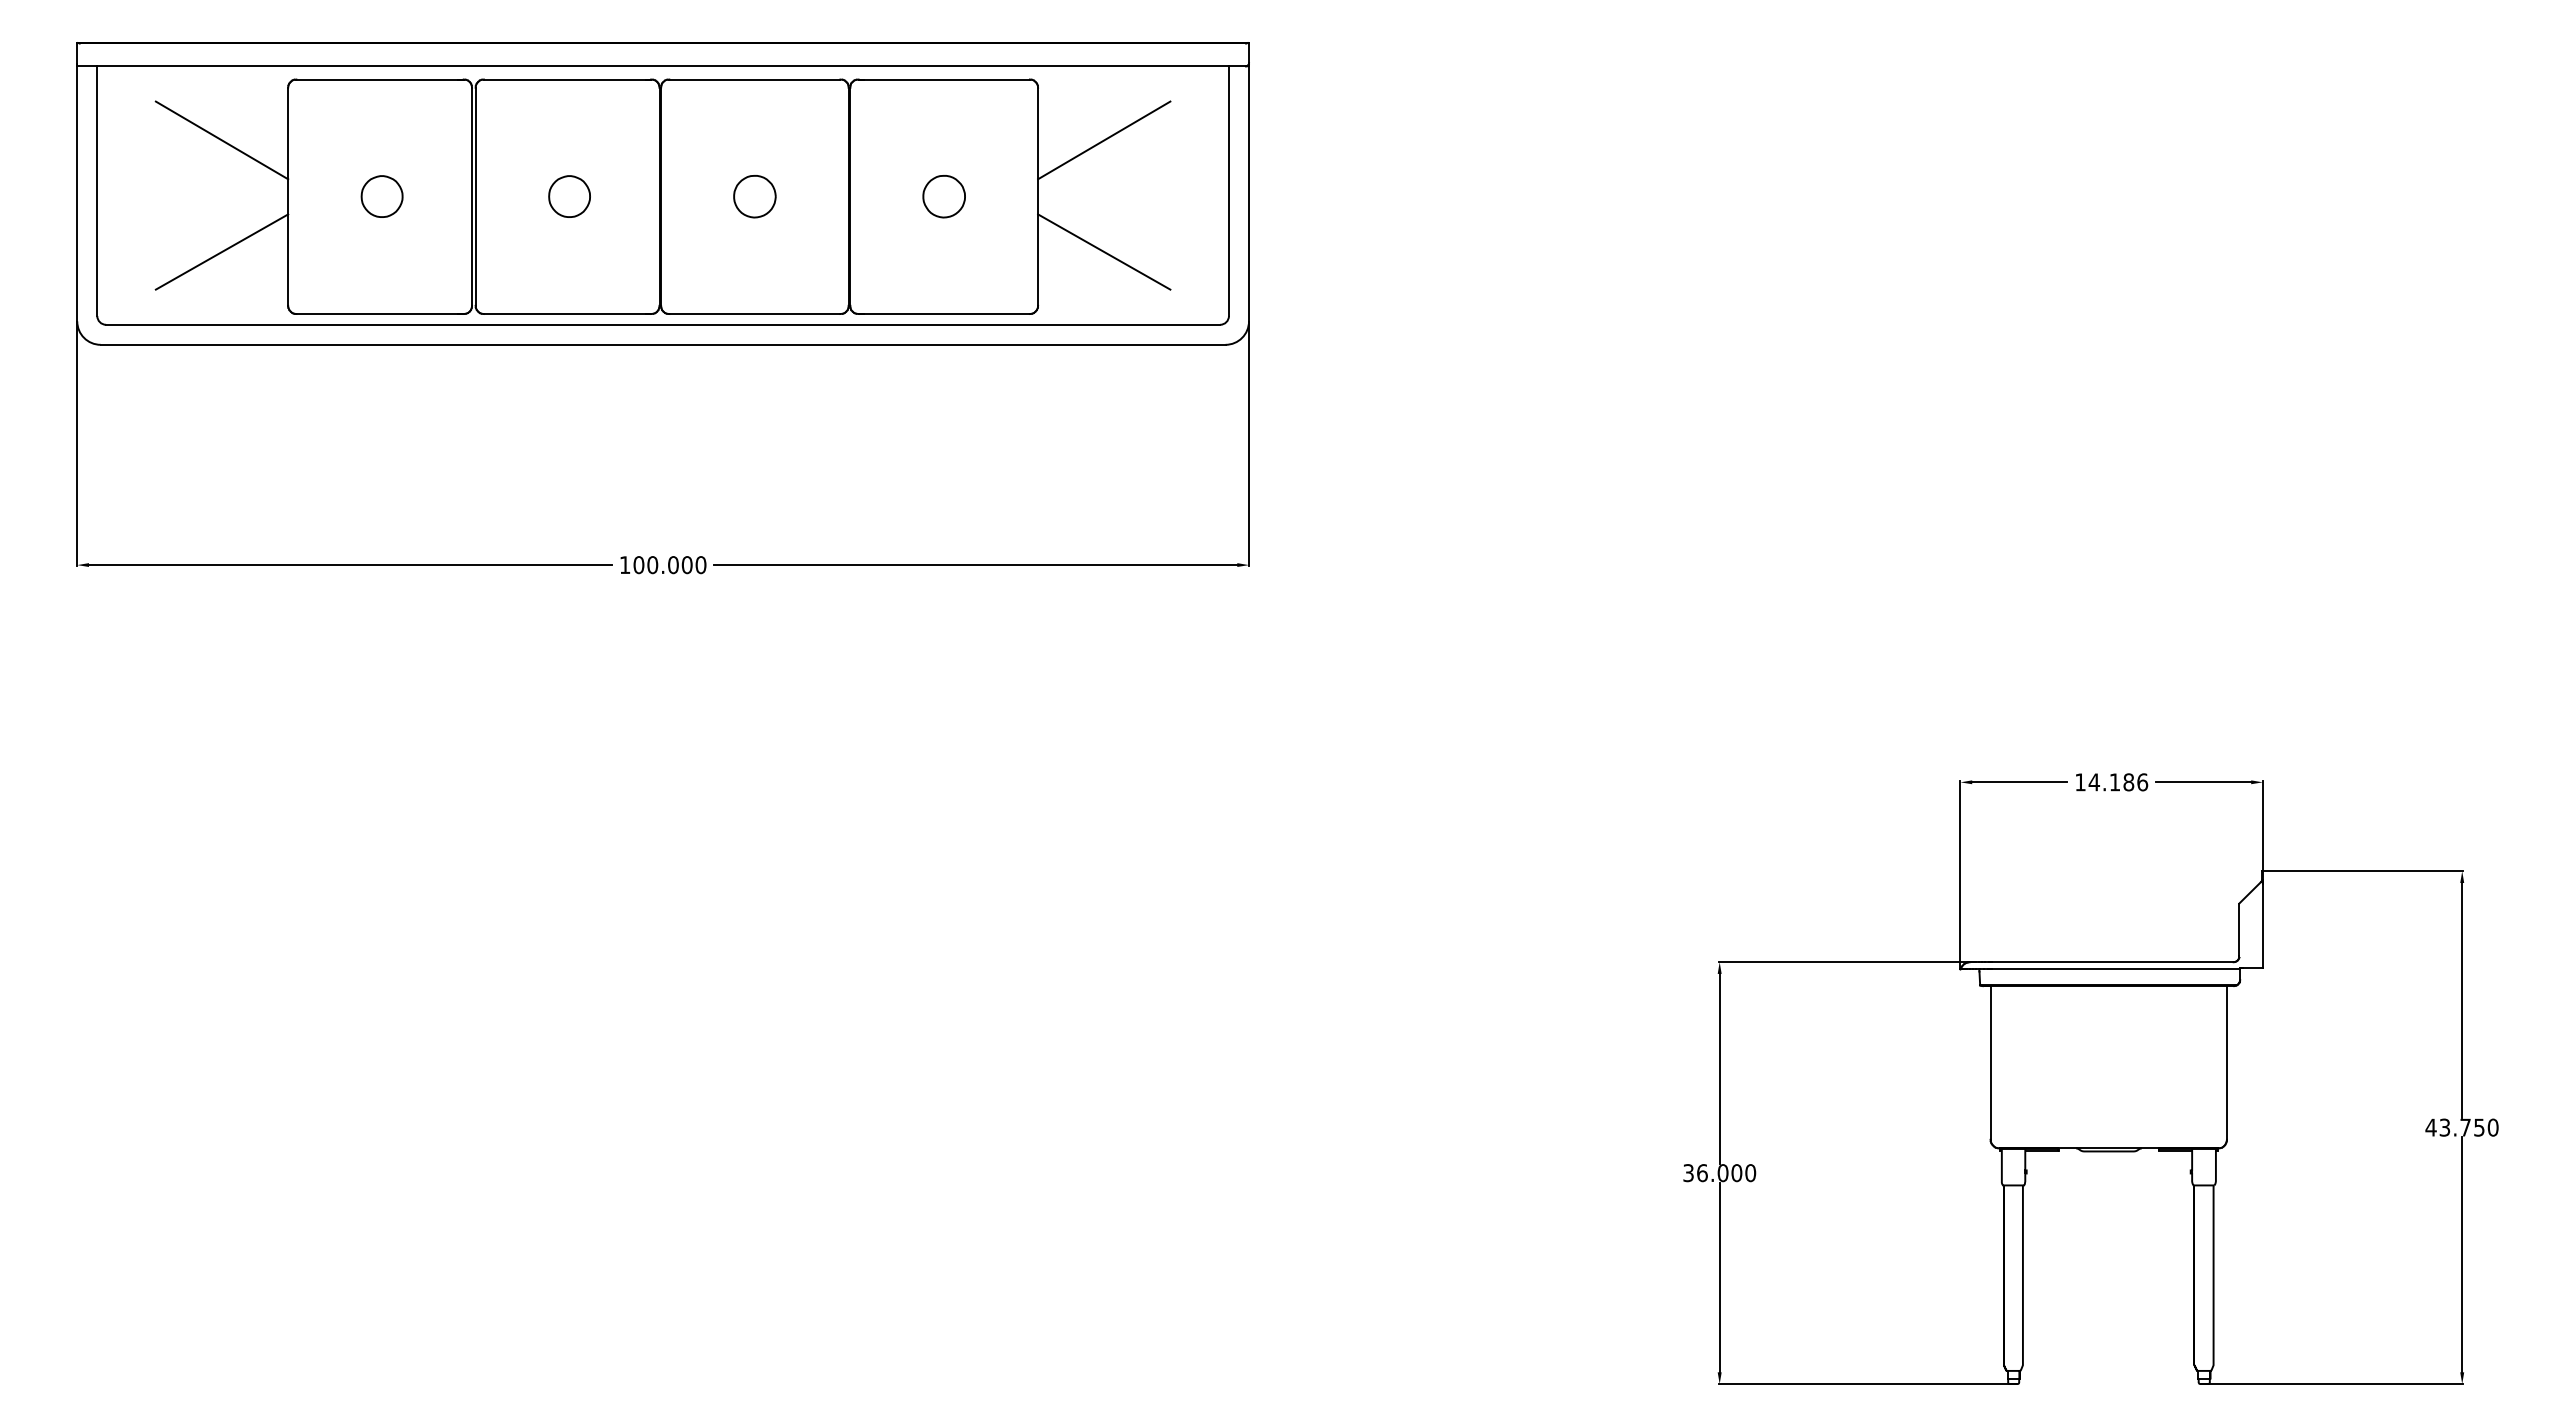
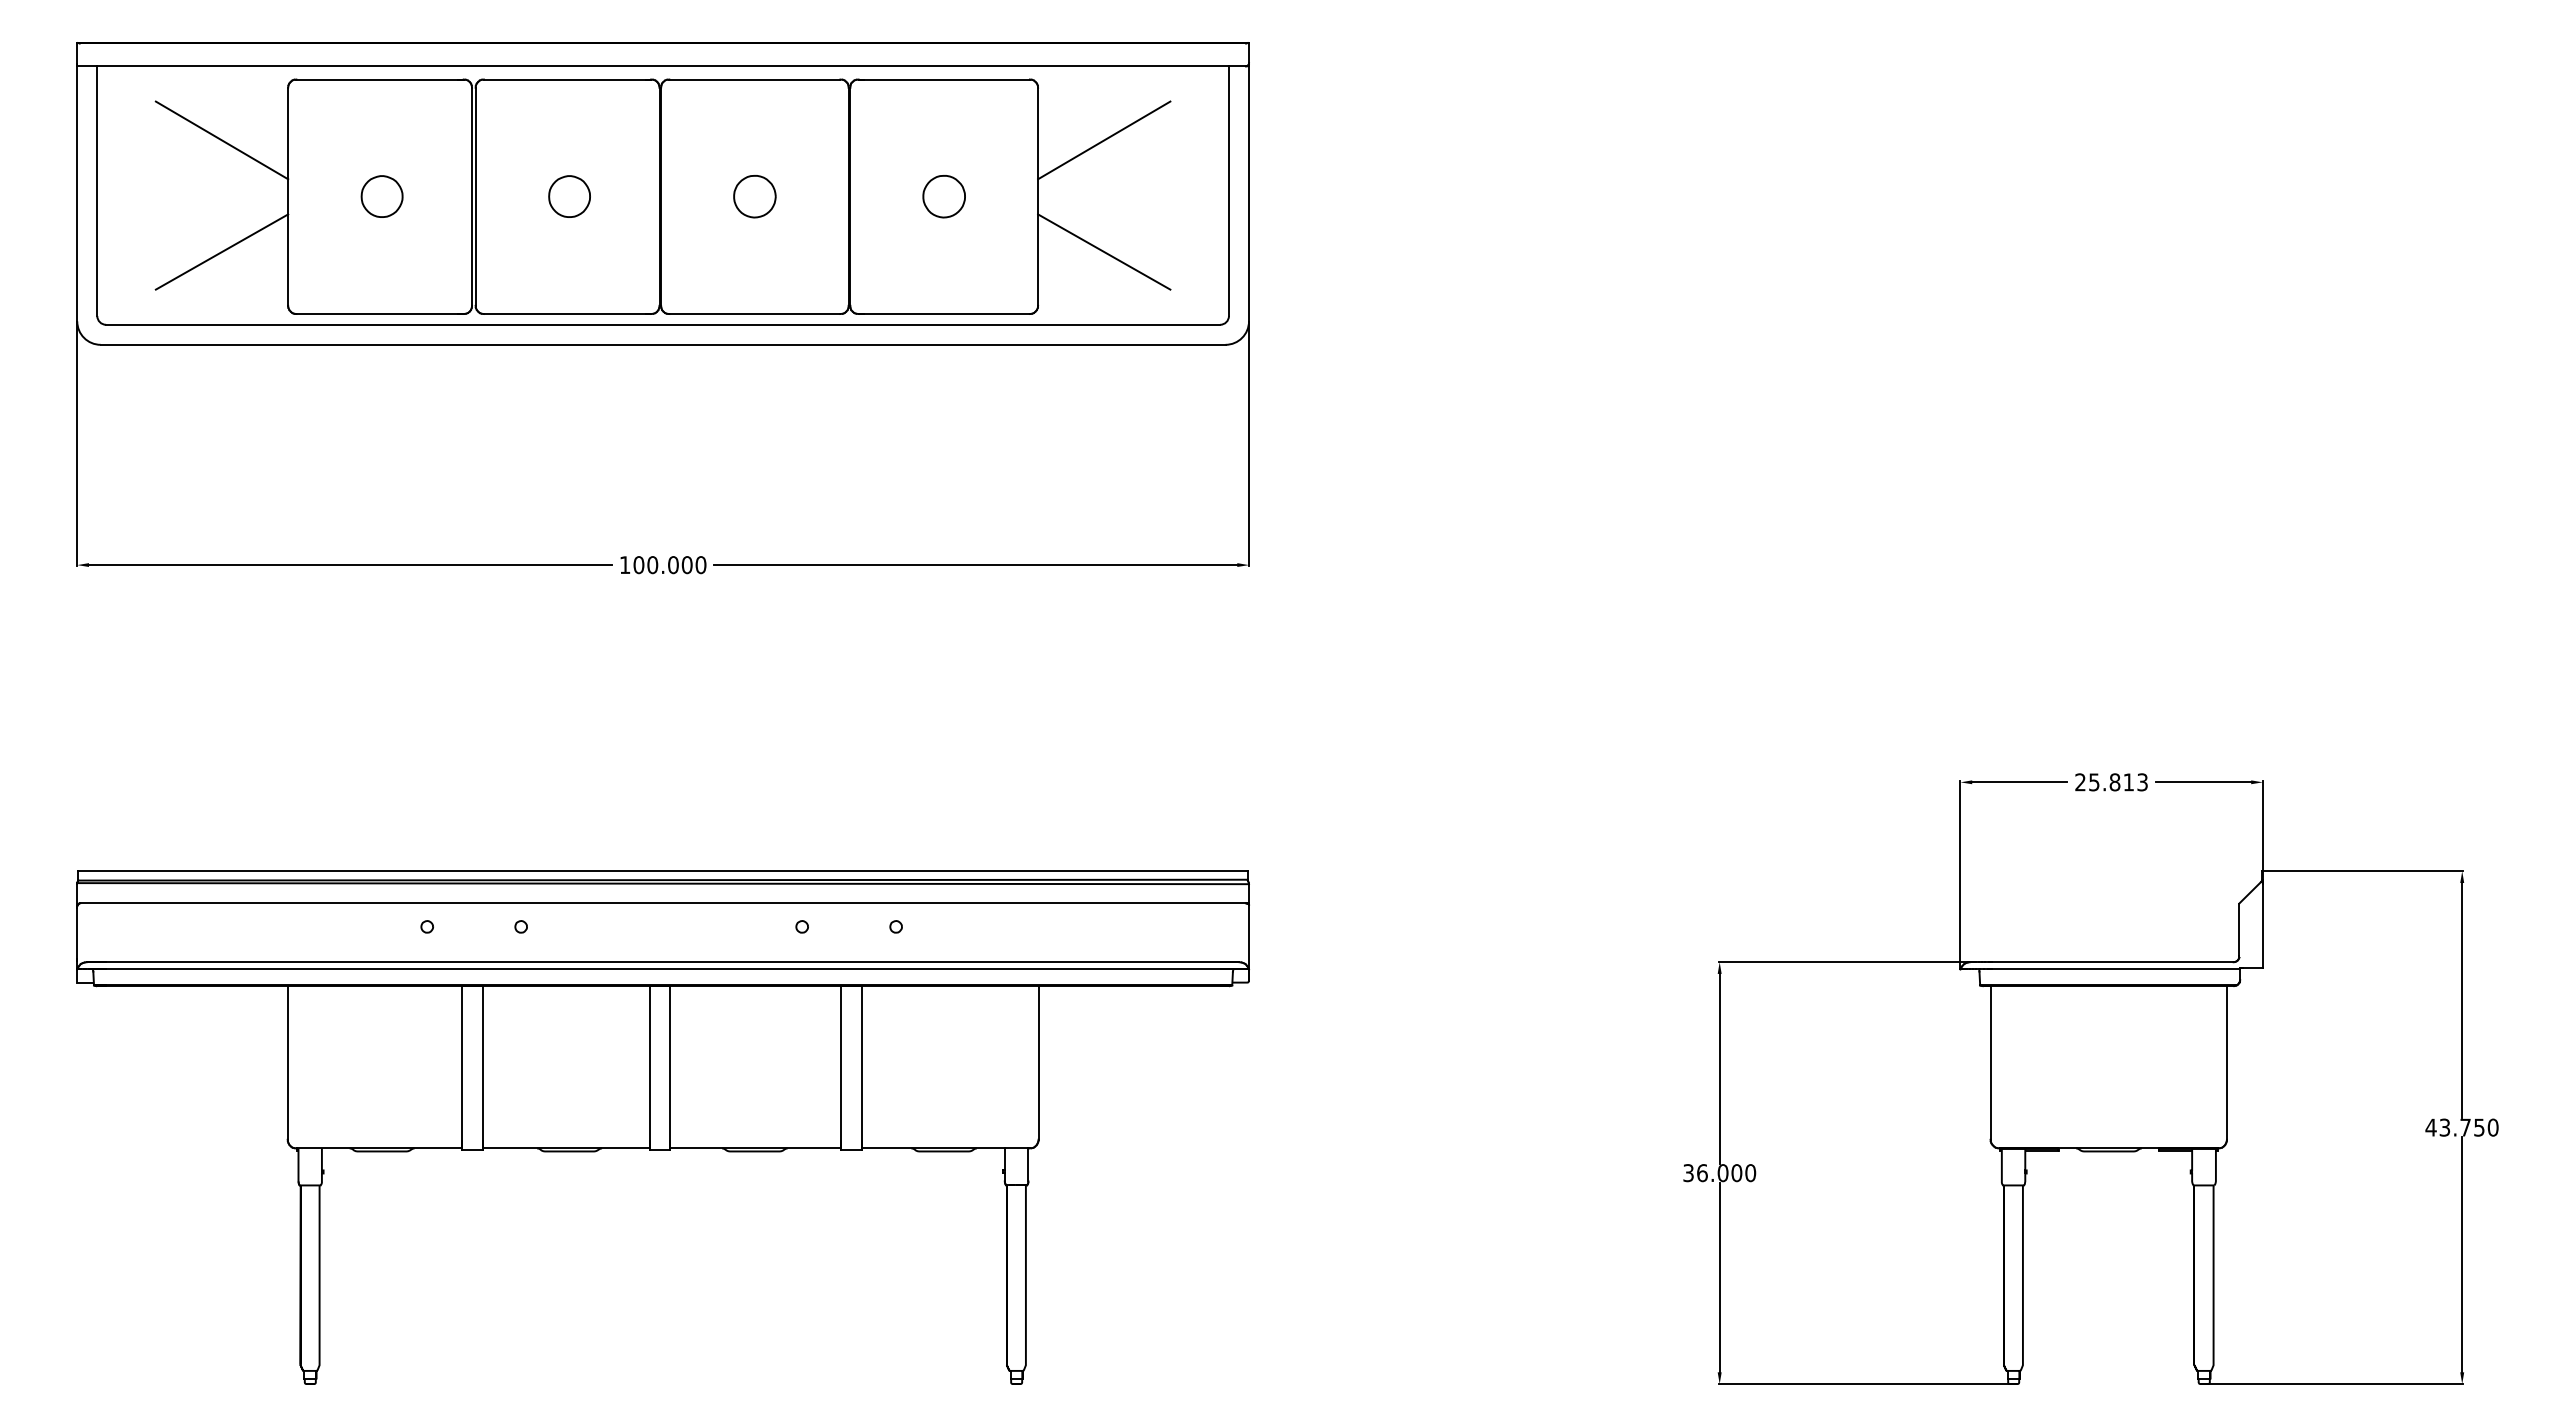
text at (2111, 782): 14.186 -> 25.813
part at (662, 1127): none -> present
